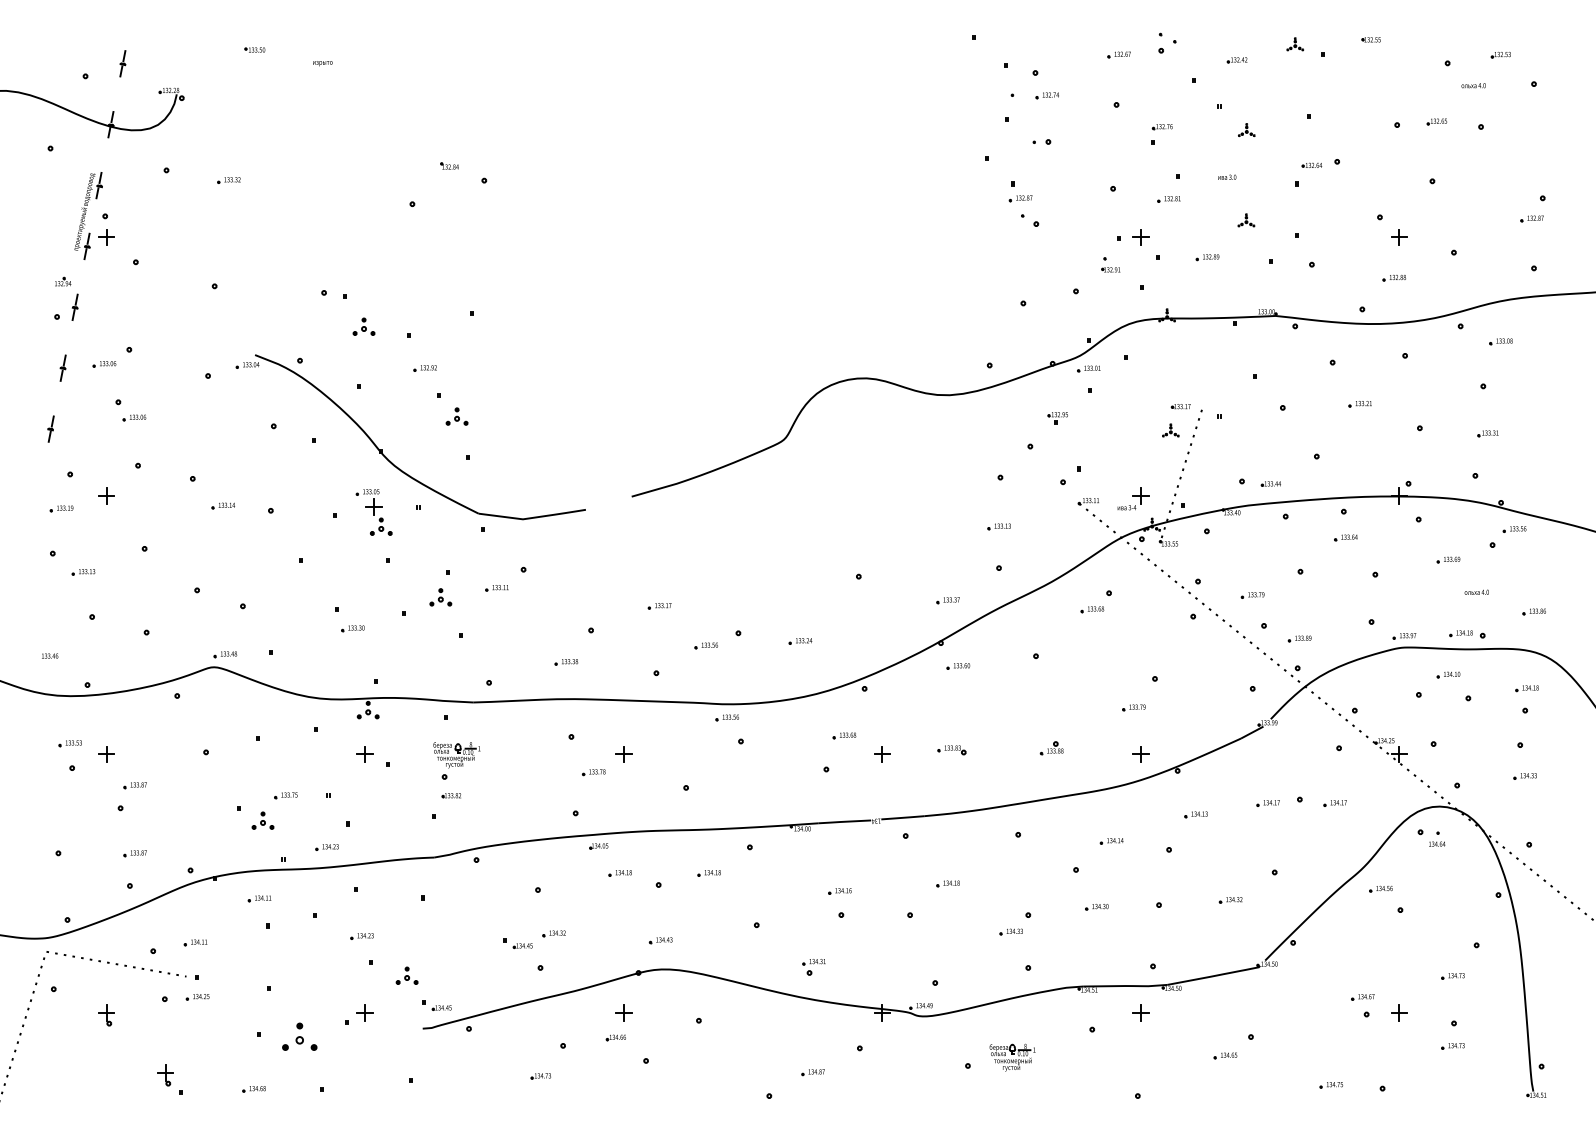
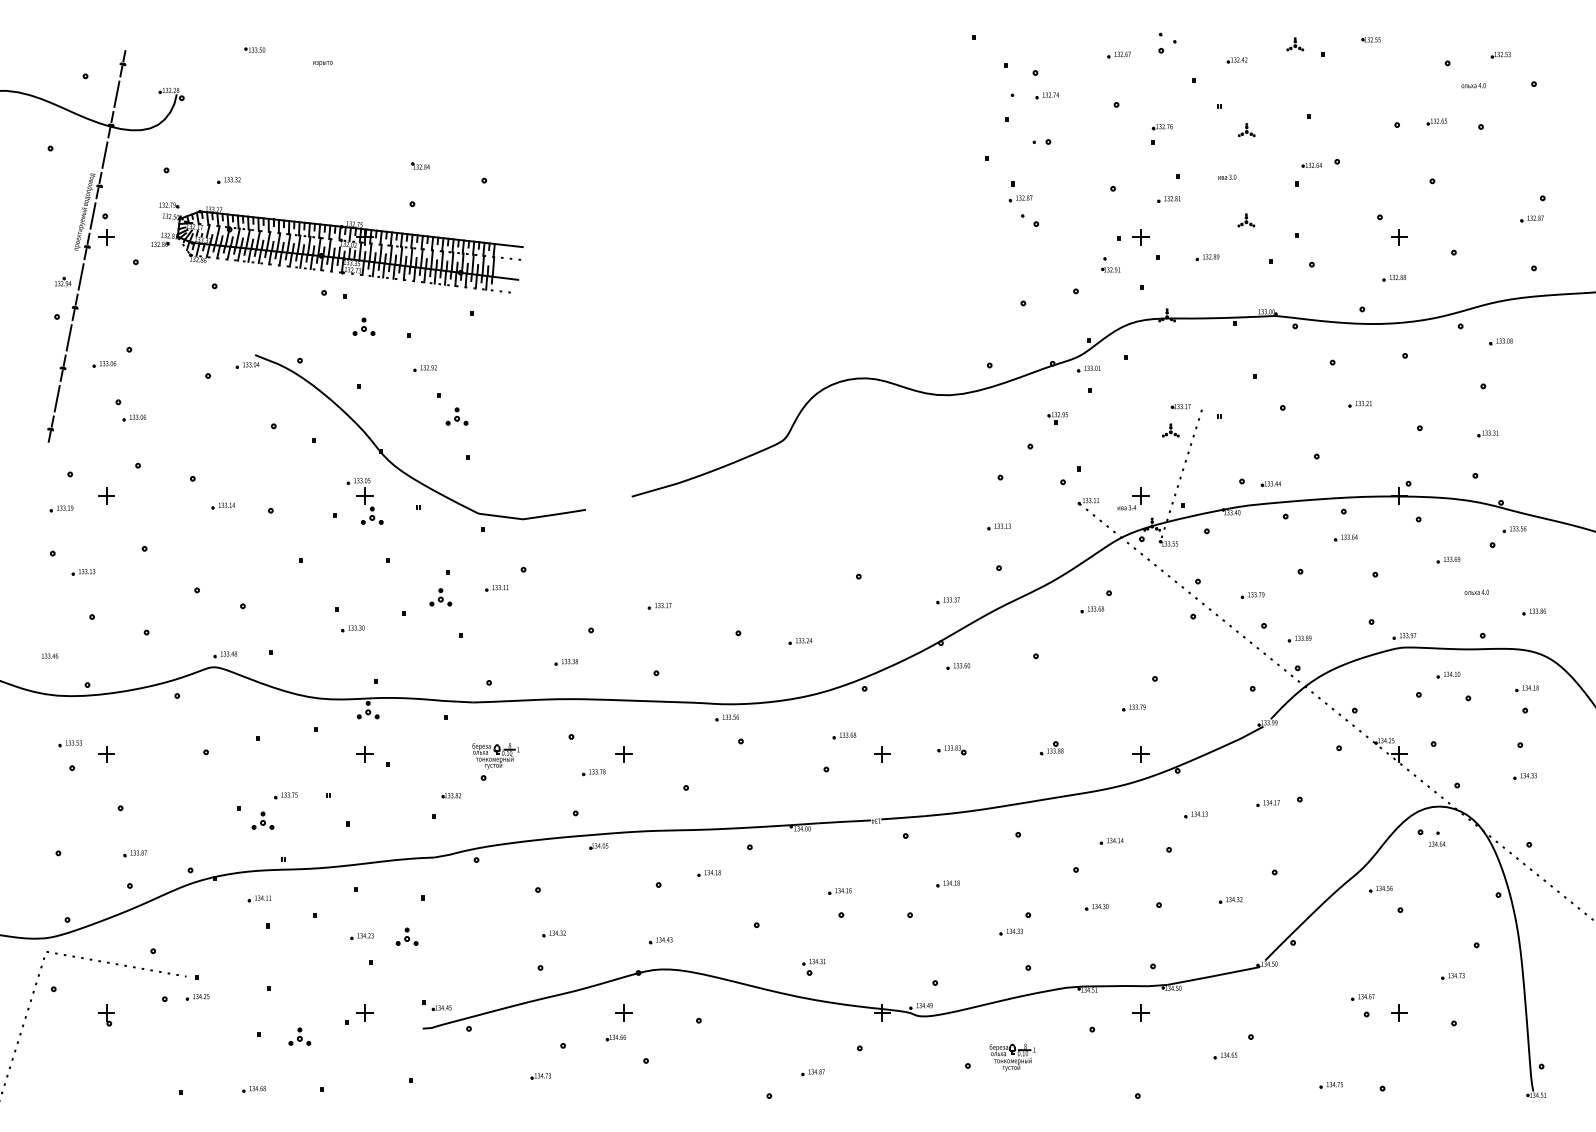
line at (116, 93): none -> present
line at (104, 154): none -> present
part at (449, 165) position: (449, 165) -> (420, 165)
line at (92, 215): none -> present
part at (337, 247): none -> present
line at (80, 276): none -> present
line at (68, 337): none -> present
line at (56, 398): none -> present
part at (373, 512) position: (373, 512) -> (364, 501)
part at (1460, 633): present -> none
part at (705, 645): present -> none
part at (456, 760) position: (456, 760) -> (495, 761)
part at (134, 785): present -> none
part at (1334, 803): present -> none
part at (326, 847): present -> none
part at (619, 873): present -> none
part at (195, 942): present -> none
part at (517, 943): present -> none
part at (406, 975) position: (406, 975) -> (406, 936)
part at (299, 1036) size: 36x29 px -> 24x19 px
part at (1452, 1046): present -> none
part at (165, 1075): present -> none
